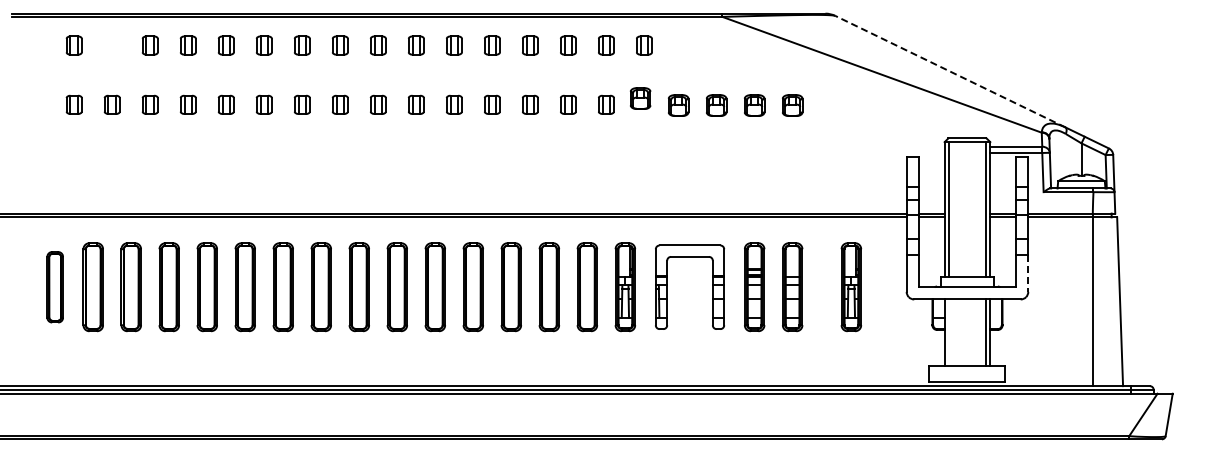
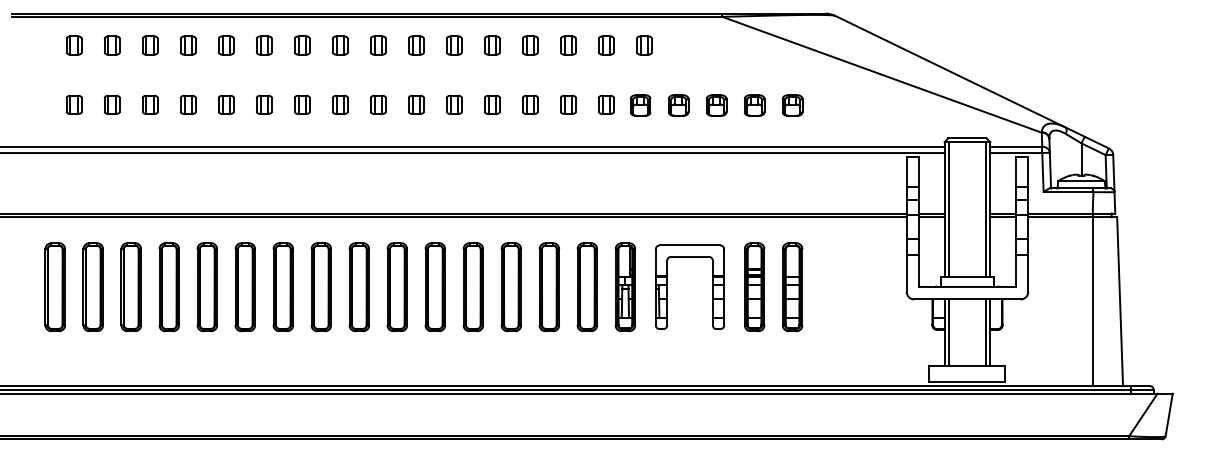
part at (111, 45): none -> present
line at (950, 71): dashed -> solid
part at (640, 98) position: (640, 98) -> (640, 105)
line at (473, 146): none -> present
line at (473, 152): none -> present
line at (1028, 273): dashed -> solid
part at (54, 287) size: 18x73 px -> 22x91 px
part at (851, 287): present -> none
line at (949, 332): none -> present
